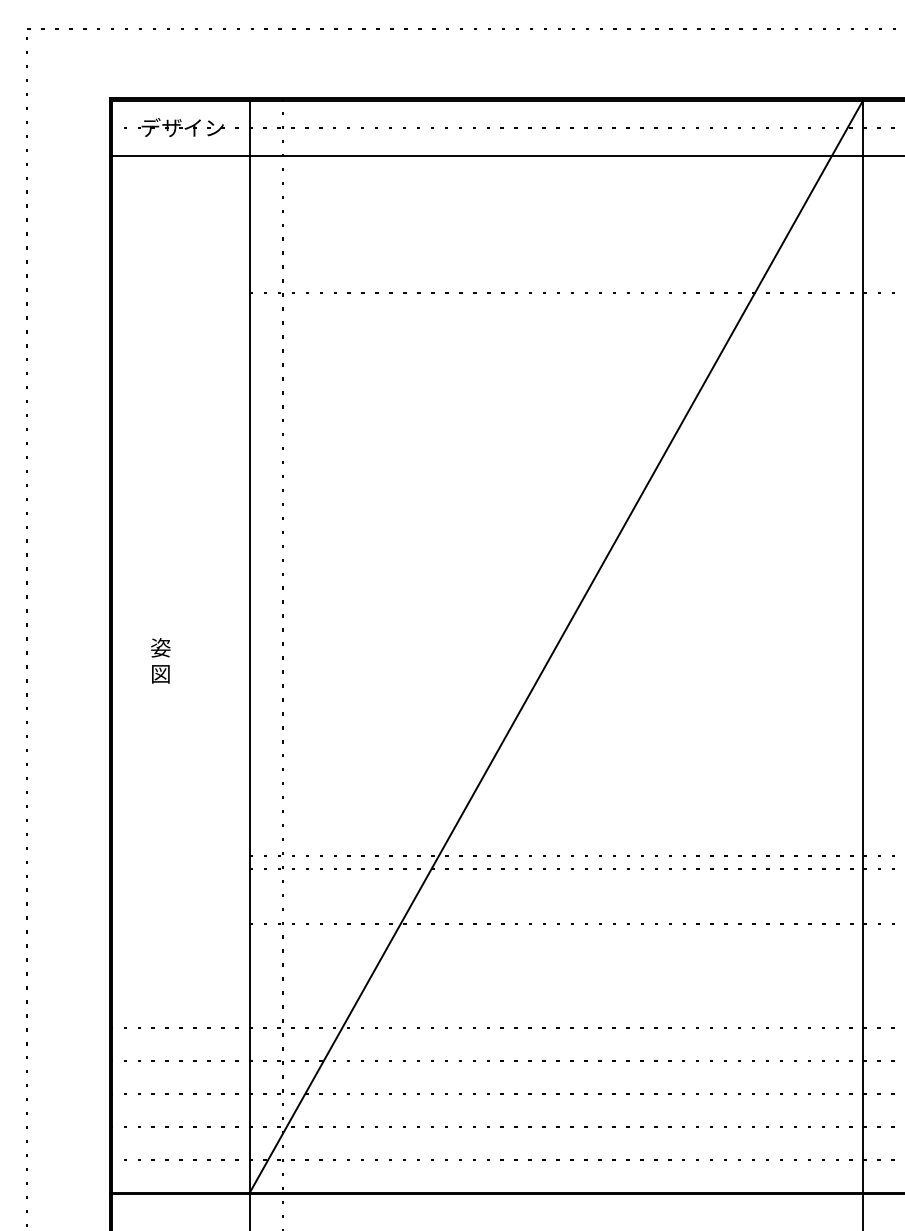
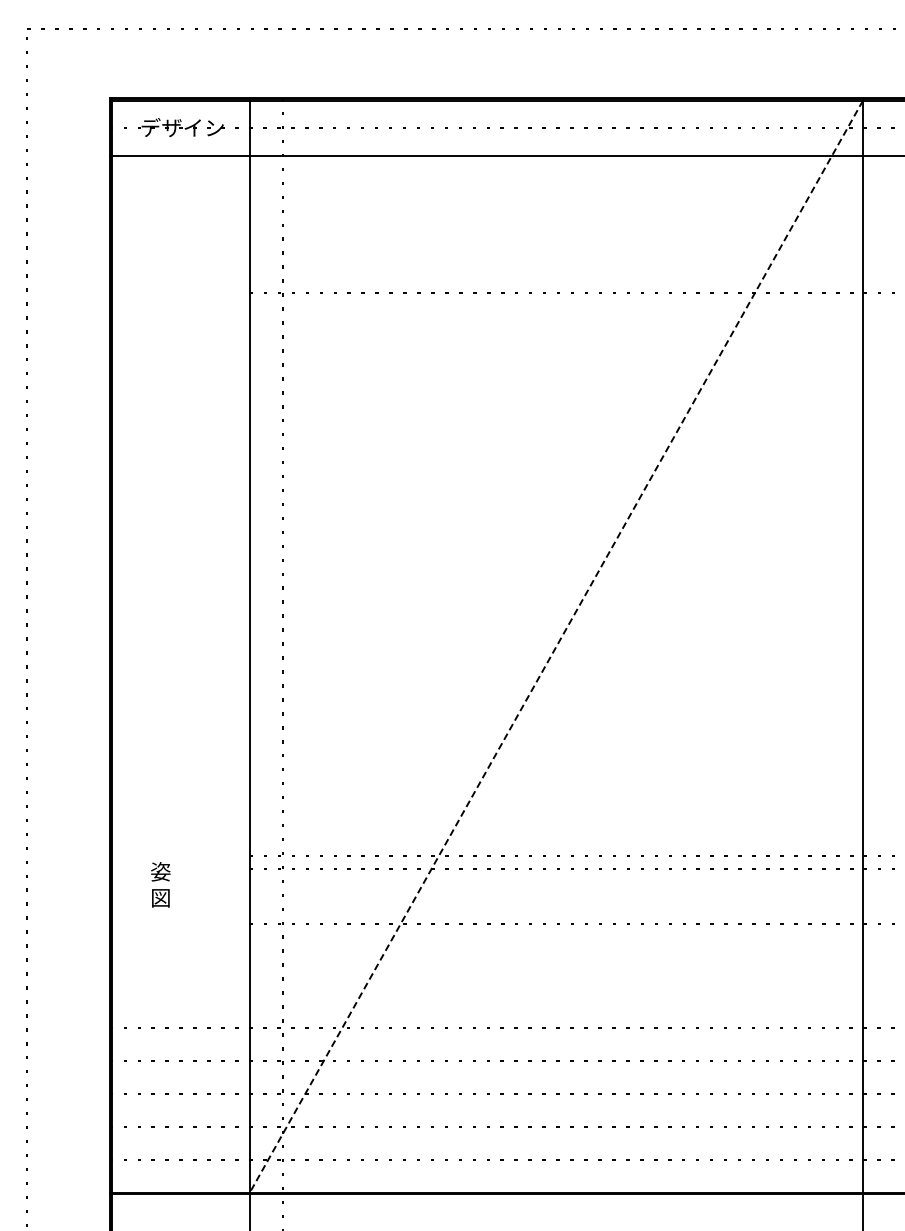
line at (556, 647): solid -> dashed
text at (160, 660) position: (160, 660) -> (160, 884)
